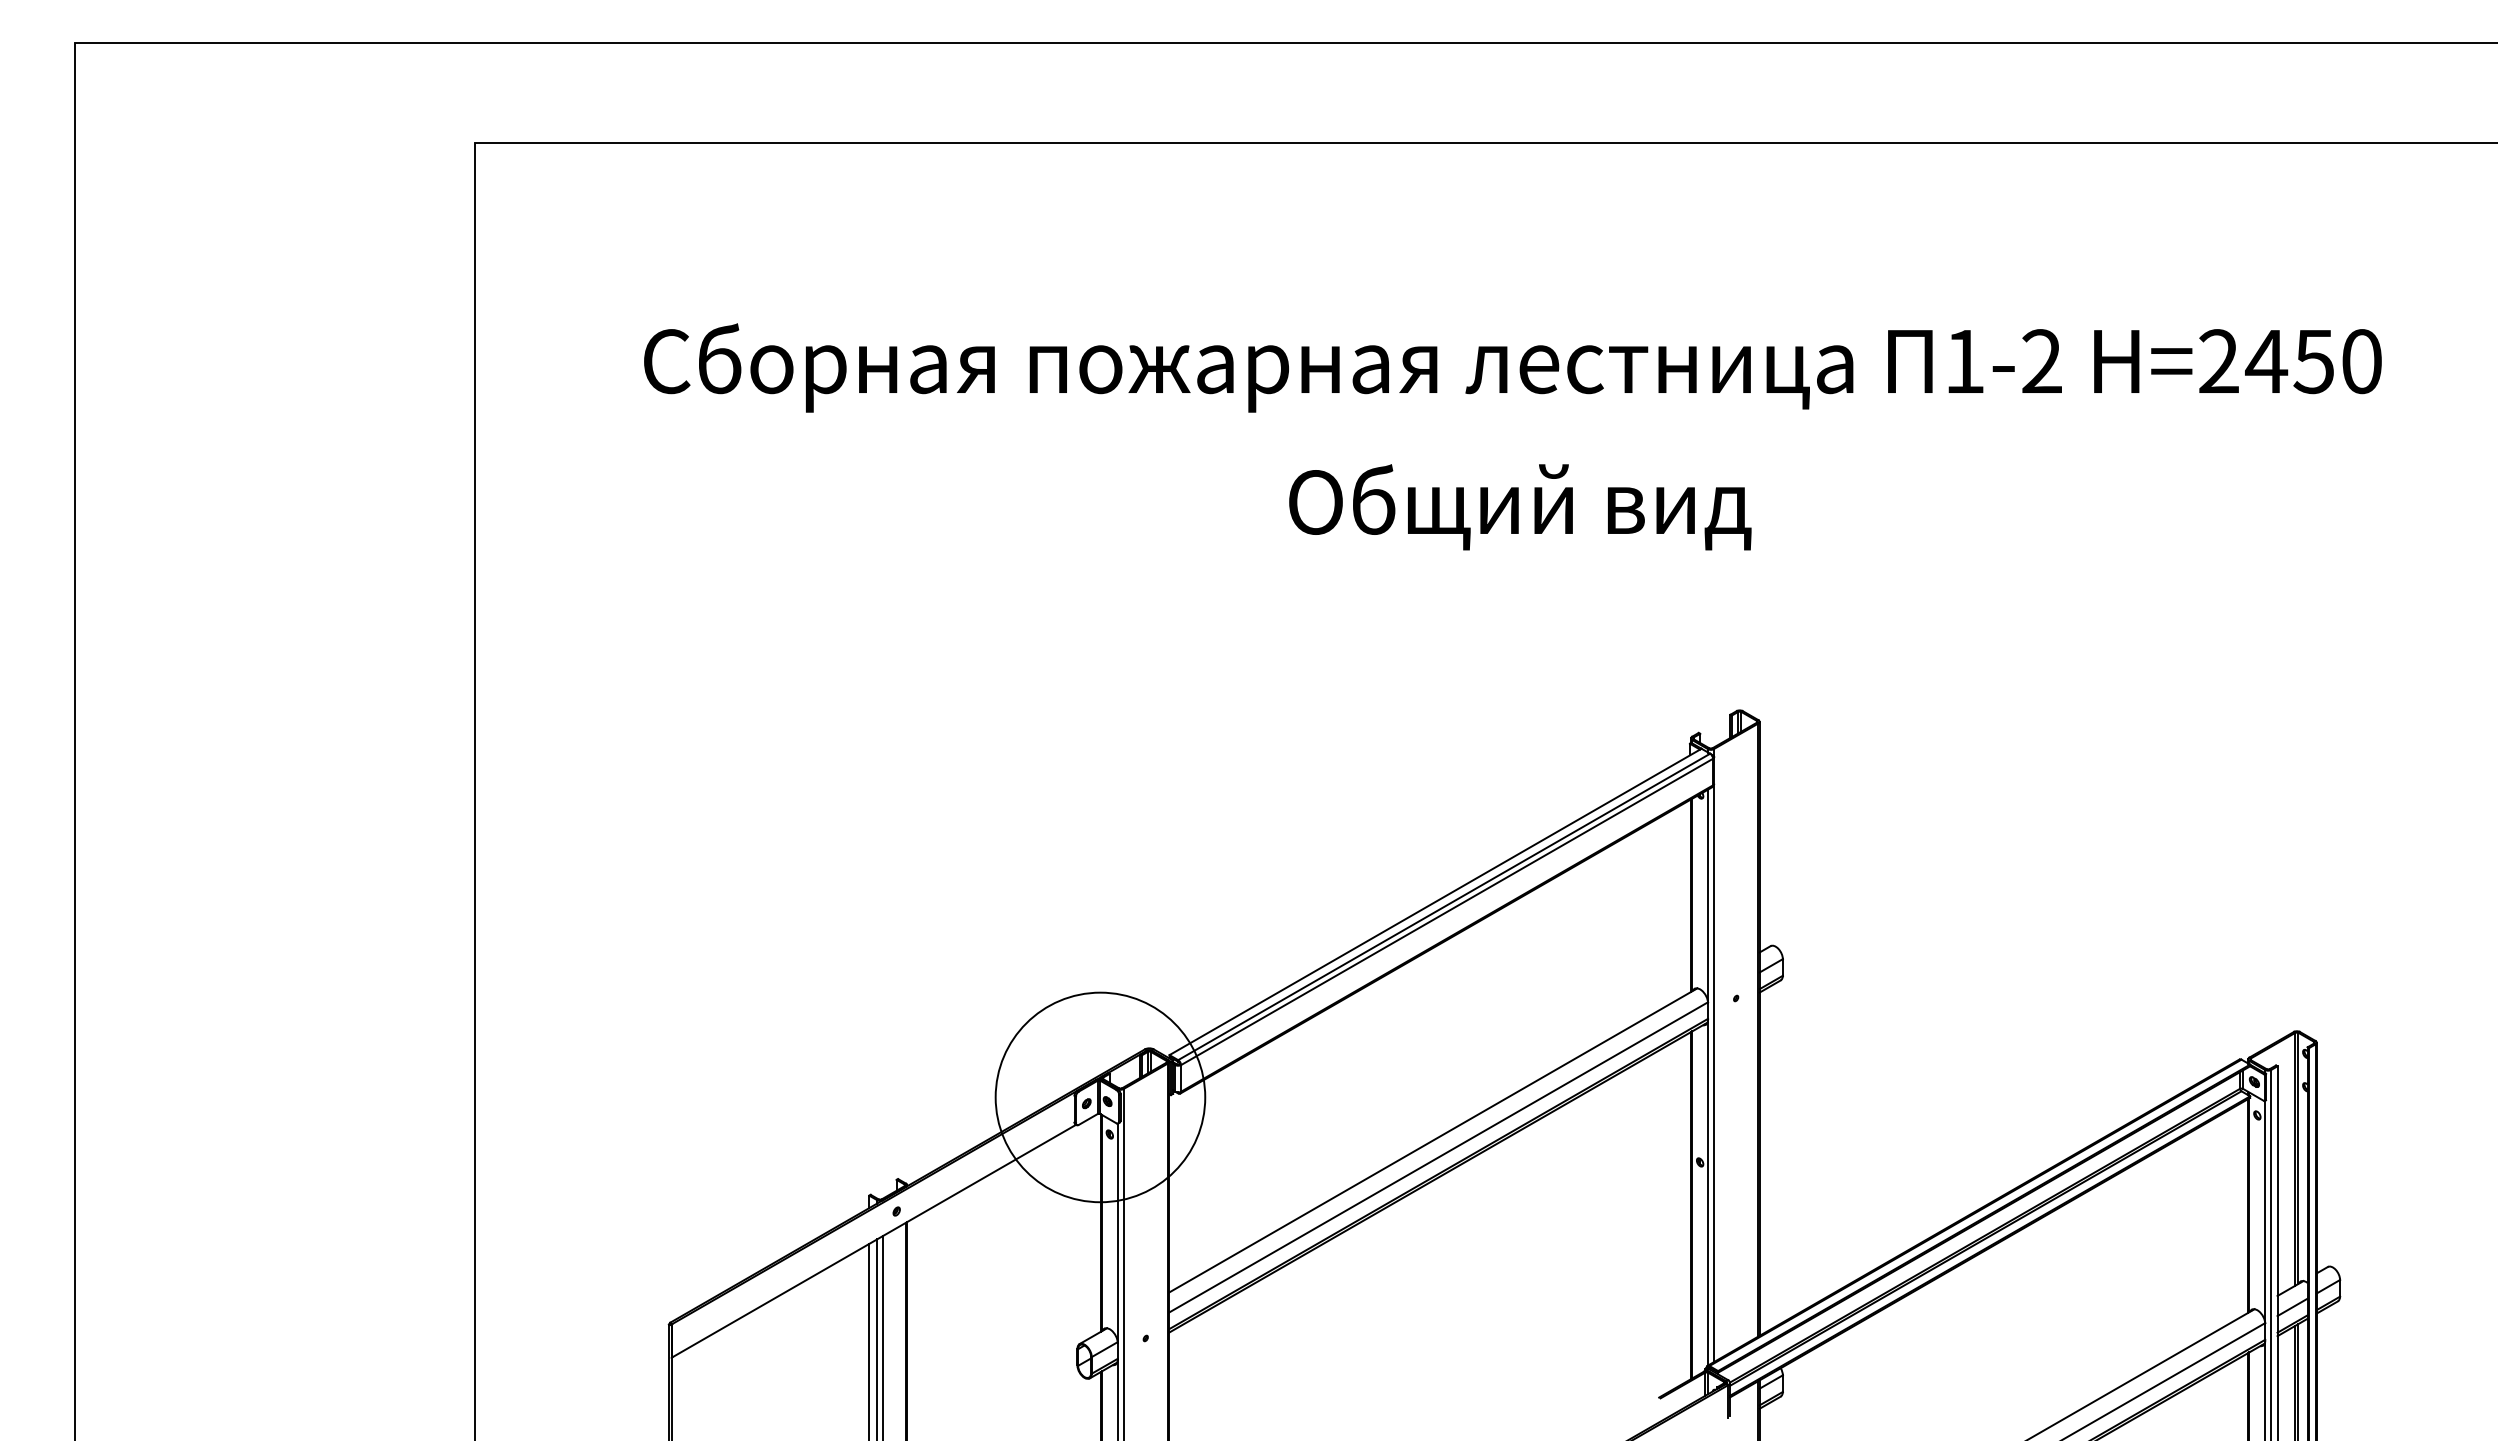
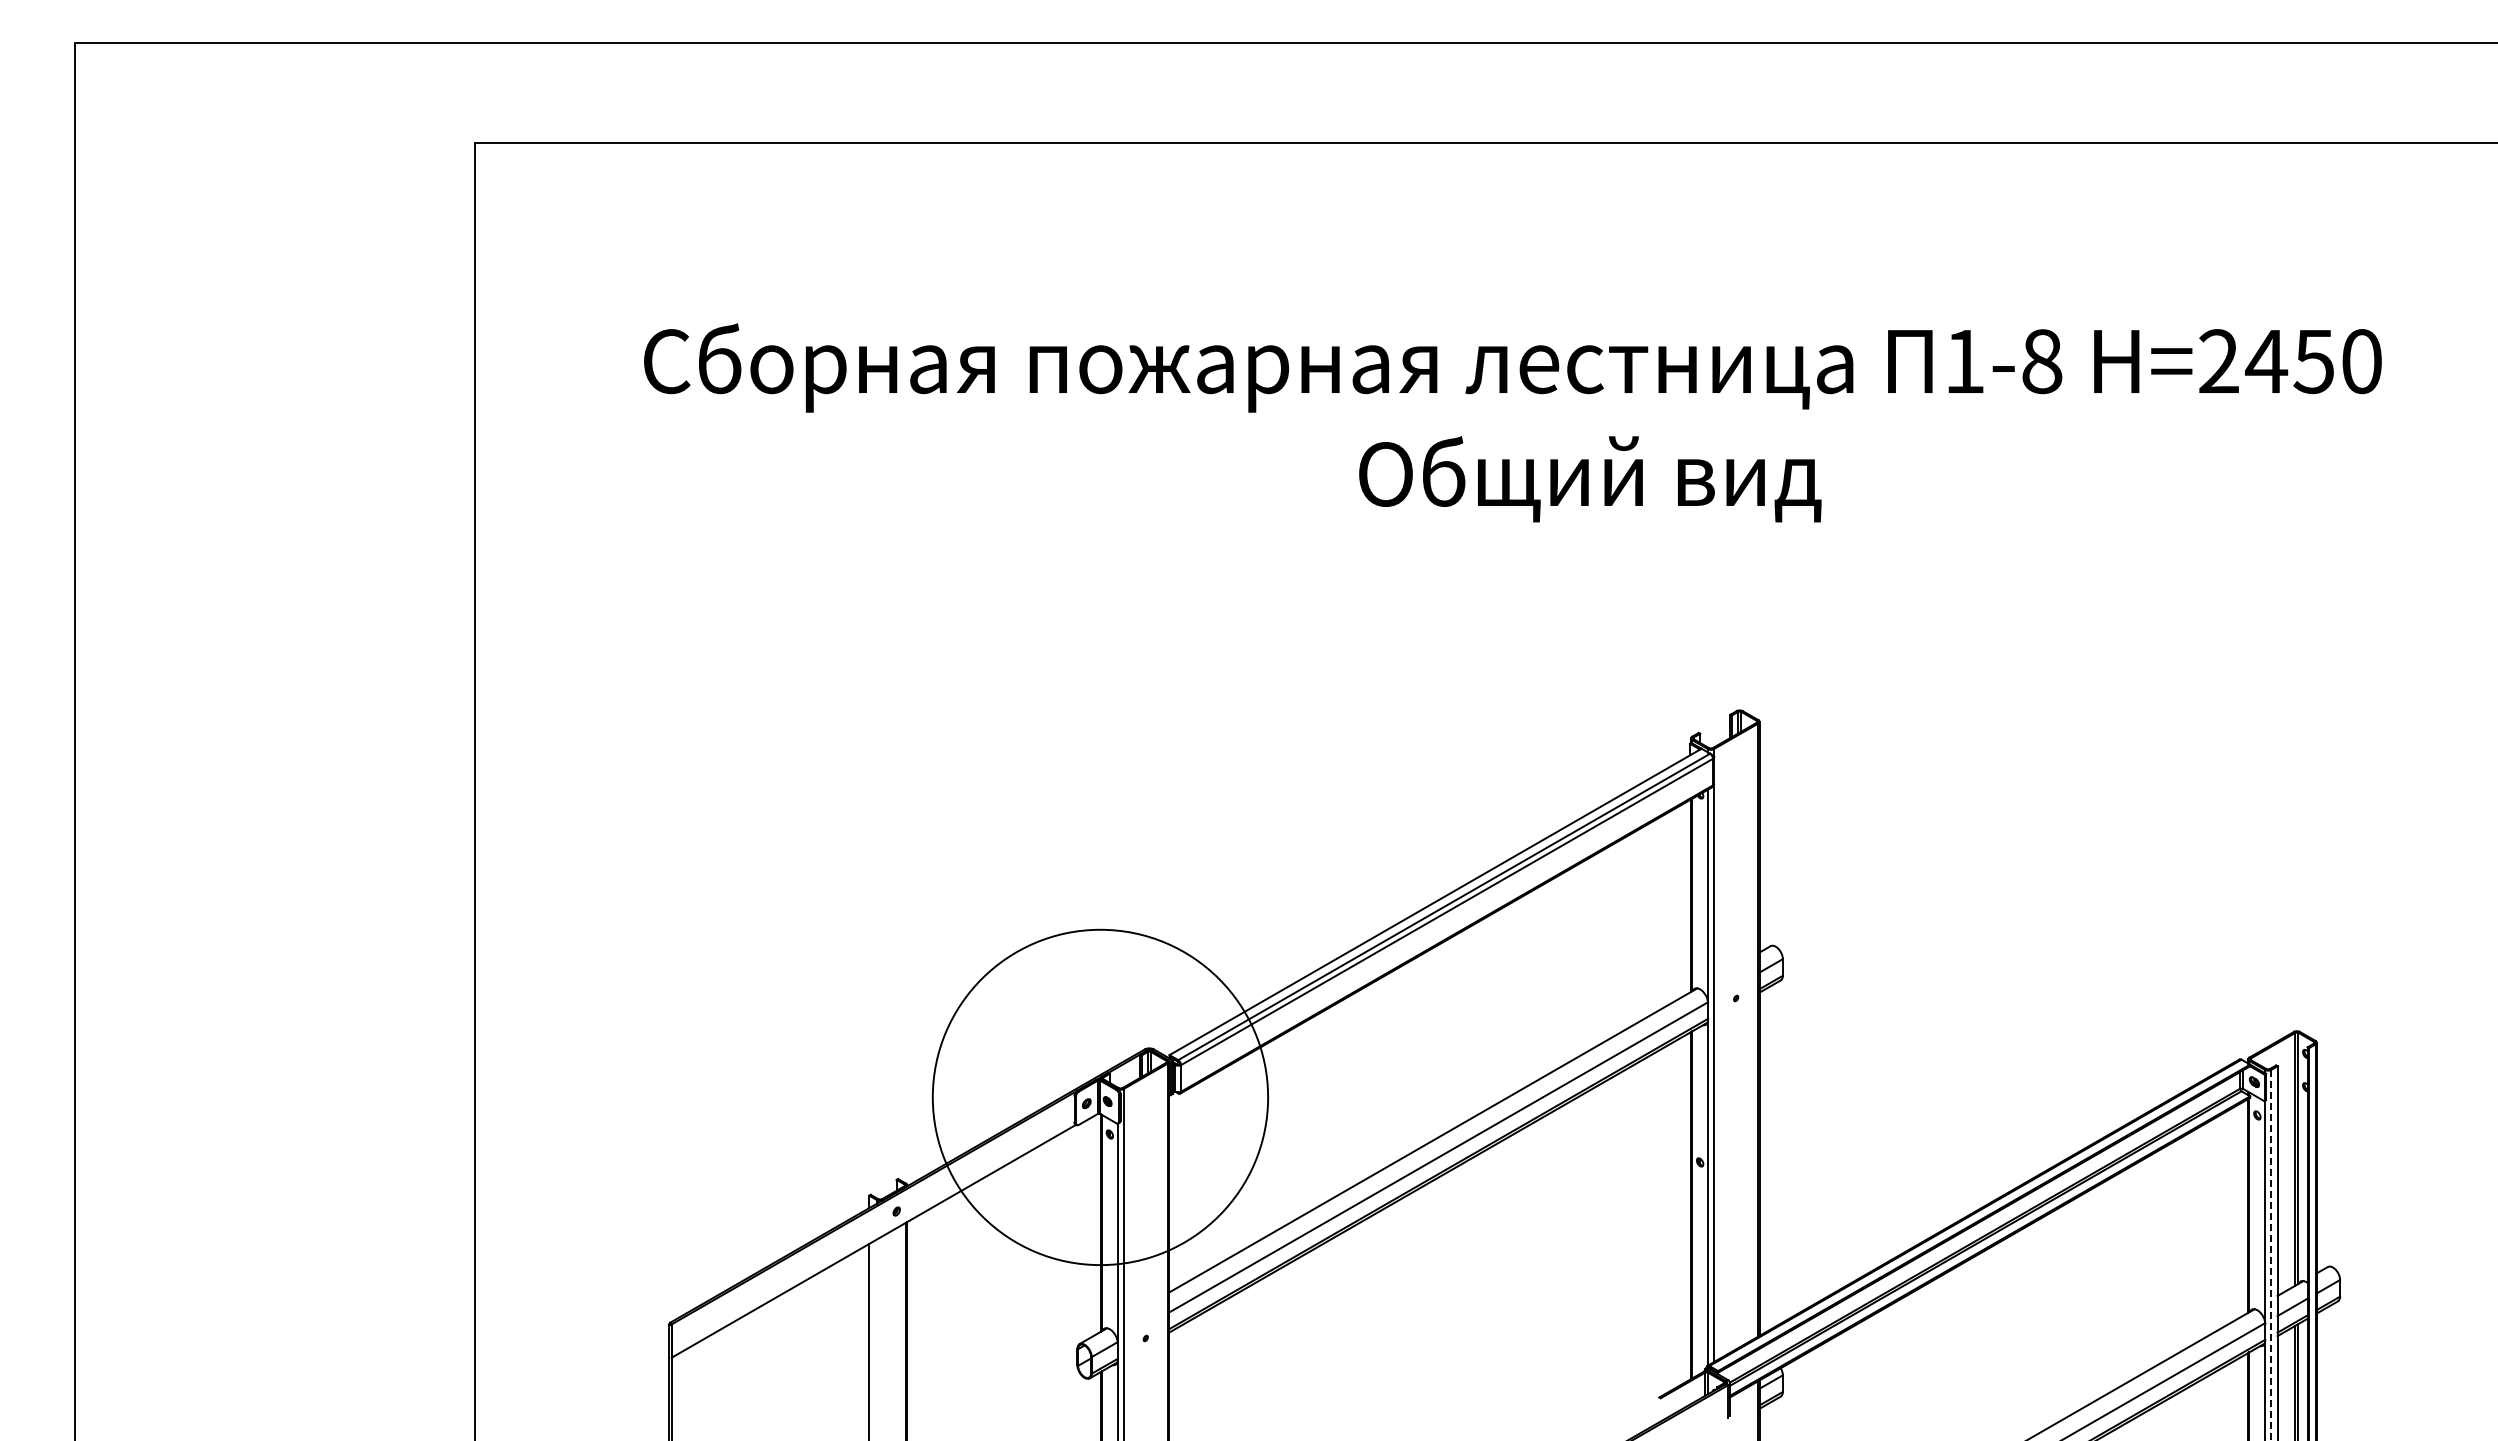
text at (2042, 361): 1-2 -> 1-8
text at (1520, 507) position: (1520, 507) -> (1590, 479)
circle at (1100, 1097) diameter: 210 px -> 335 px
line at (2271, 1255): solid -> dashed
line at (883, 1336): present -> none
line at (877, 1338): present -> none
